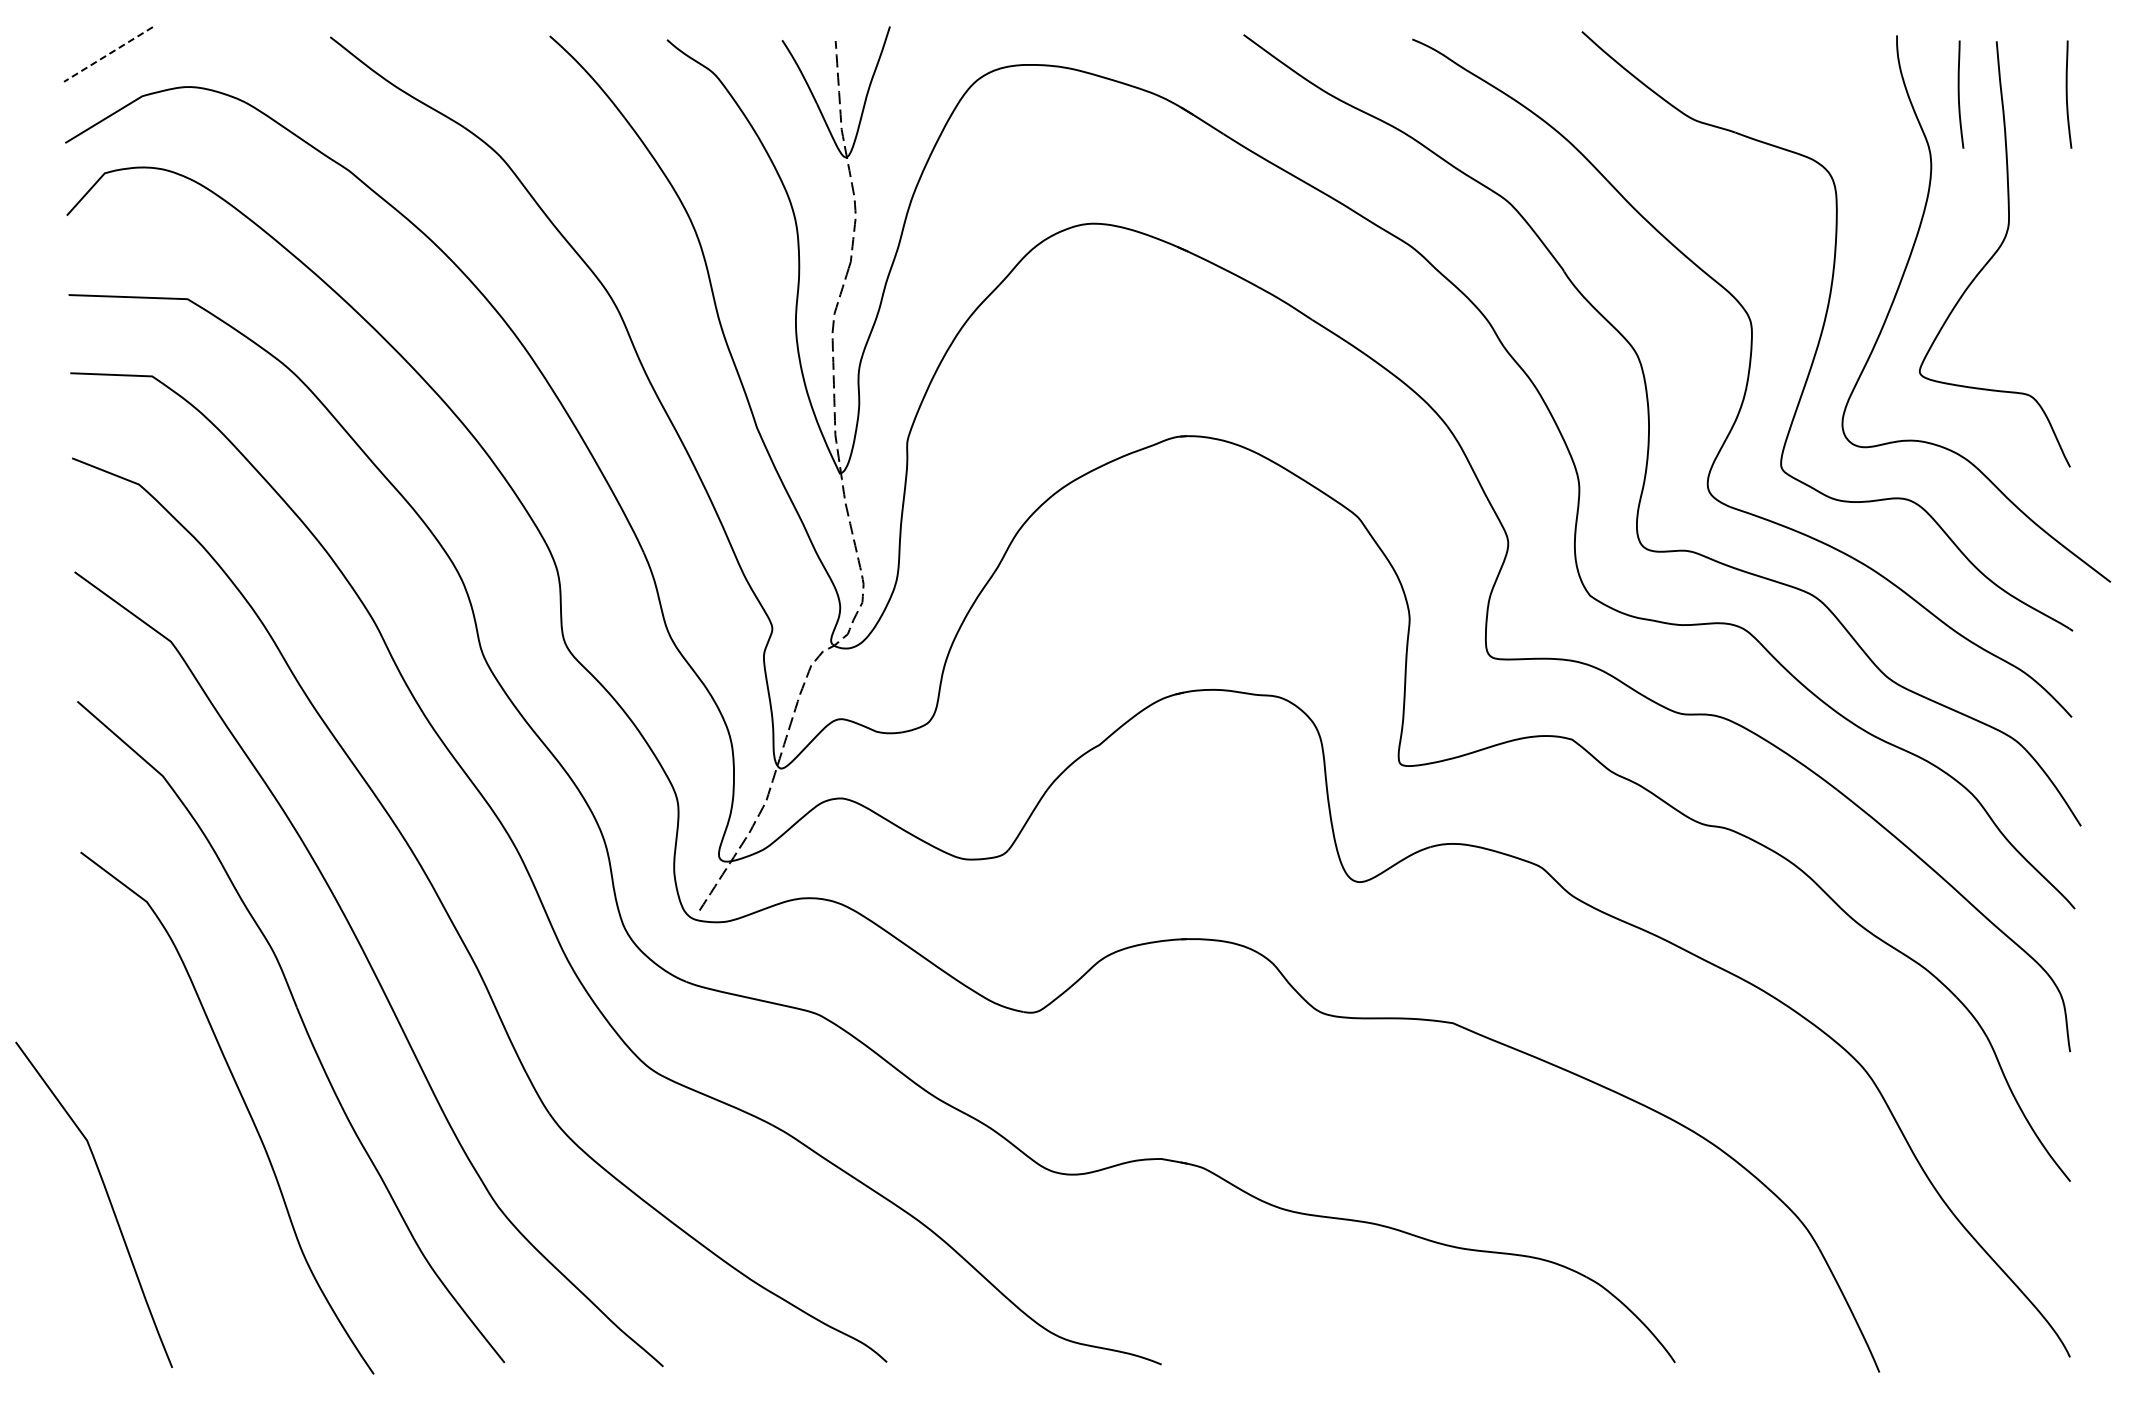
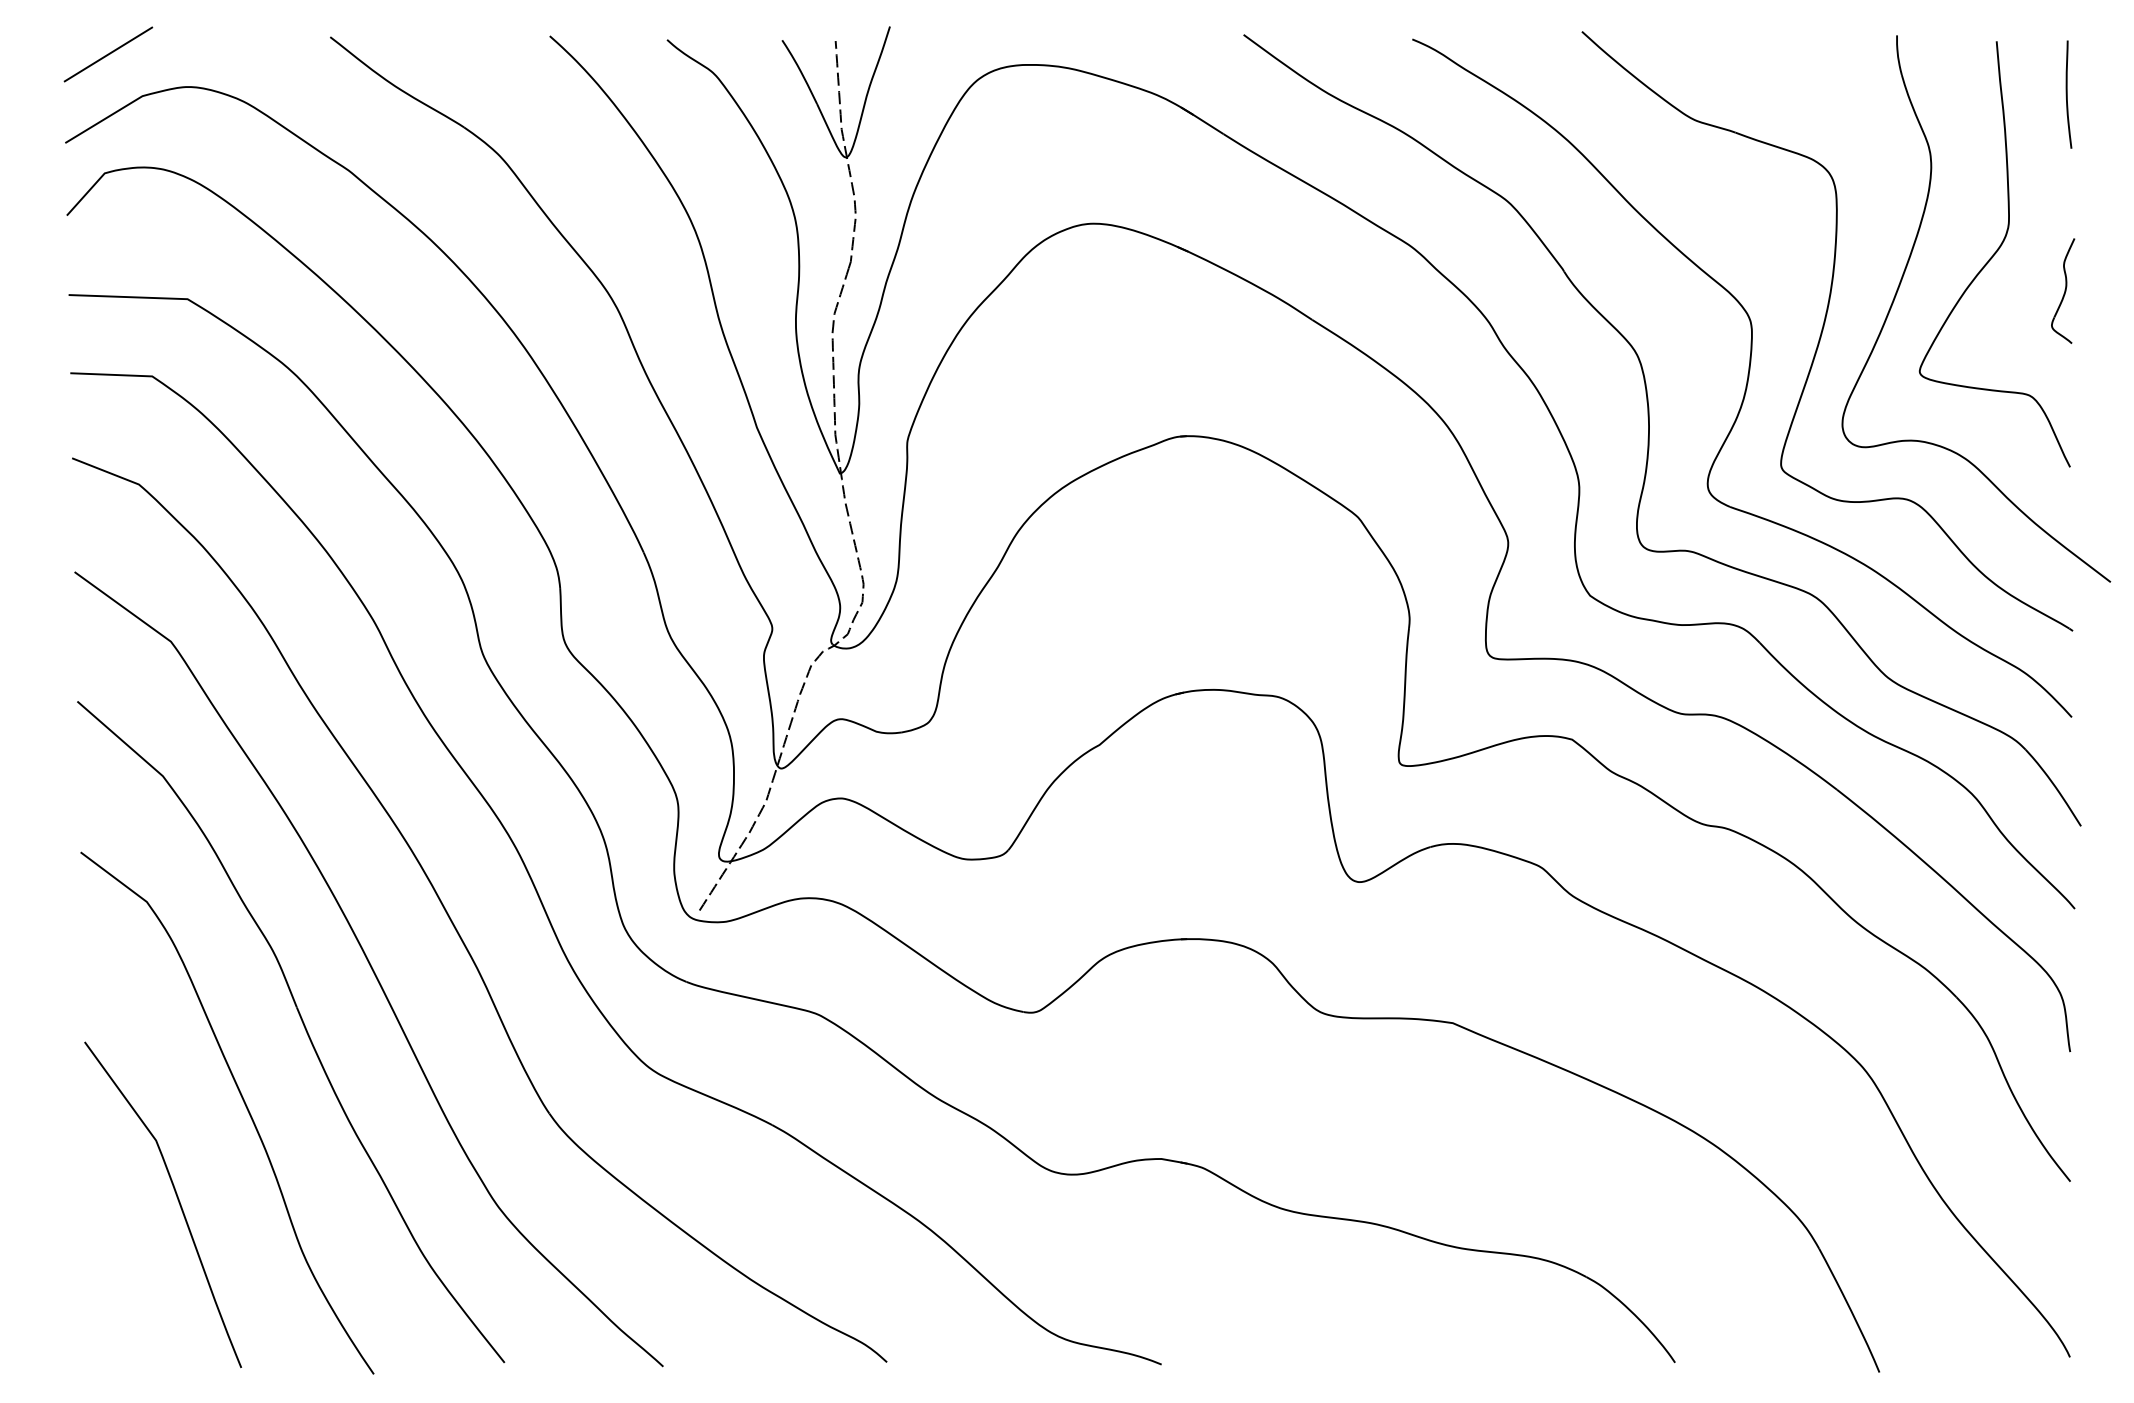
line at (108, 54): dashed -> solid
curve at (1959, 94): present -> none
part at (2063, 290): none -> present
curve at (108, 1200) position: (108, 1200) -> (177, 1200)
